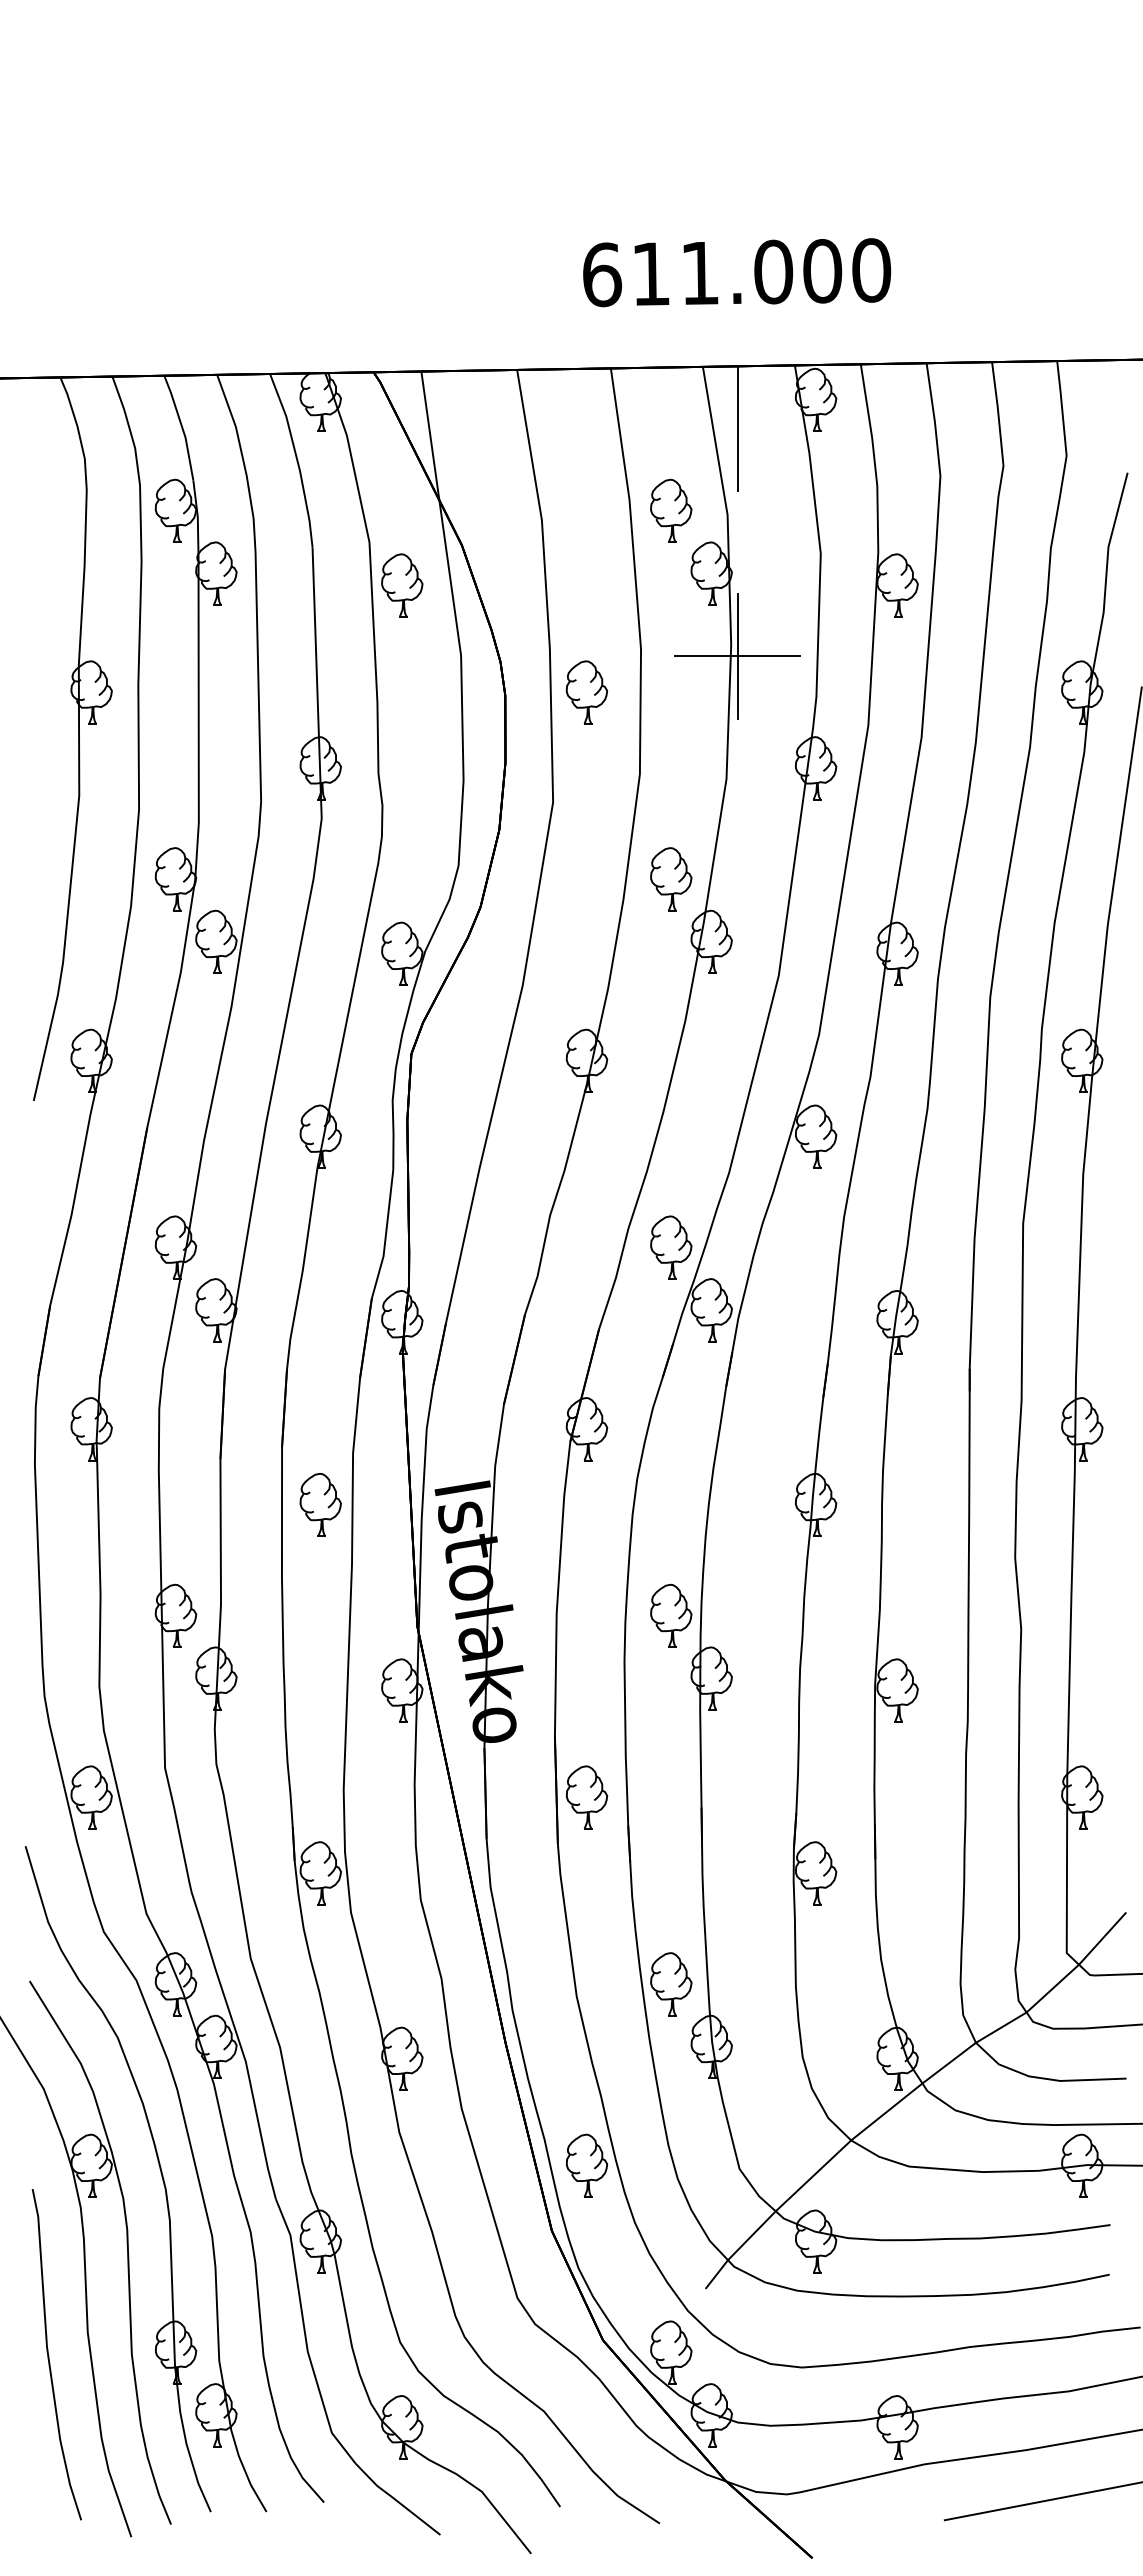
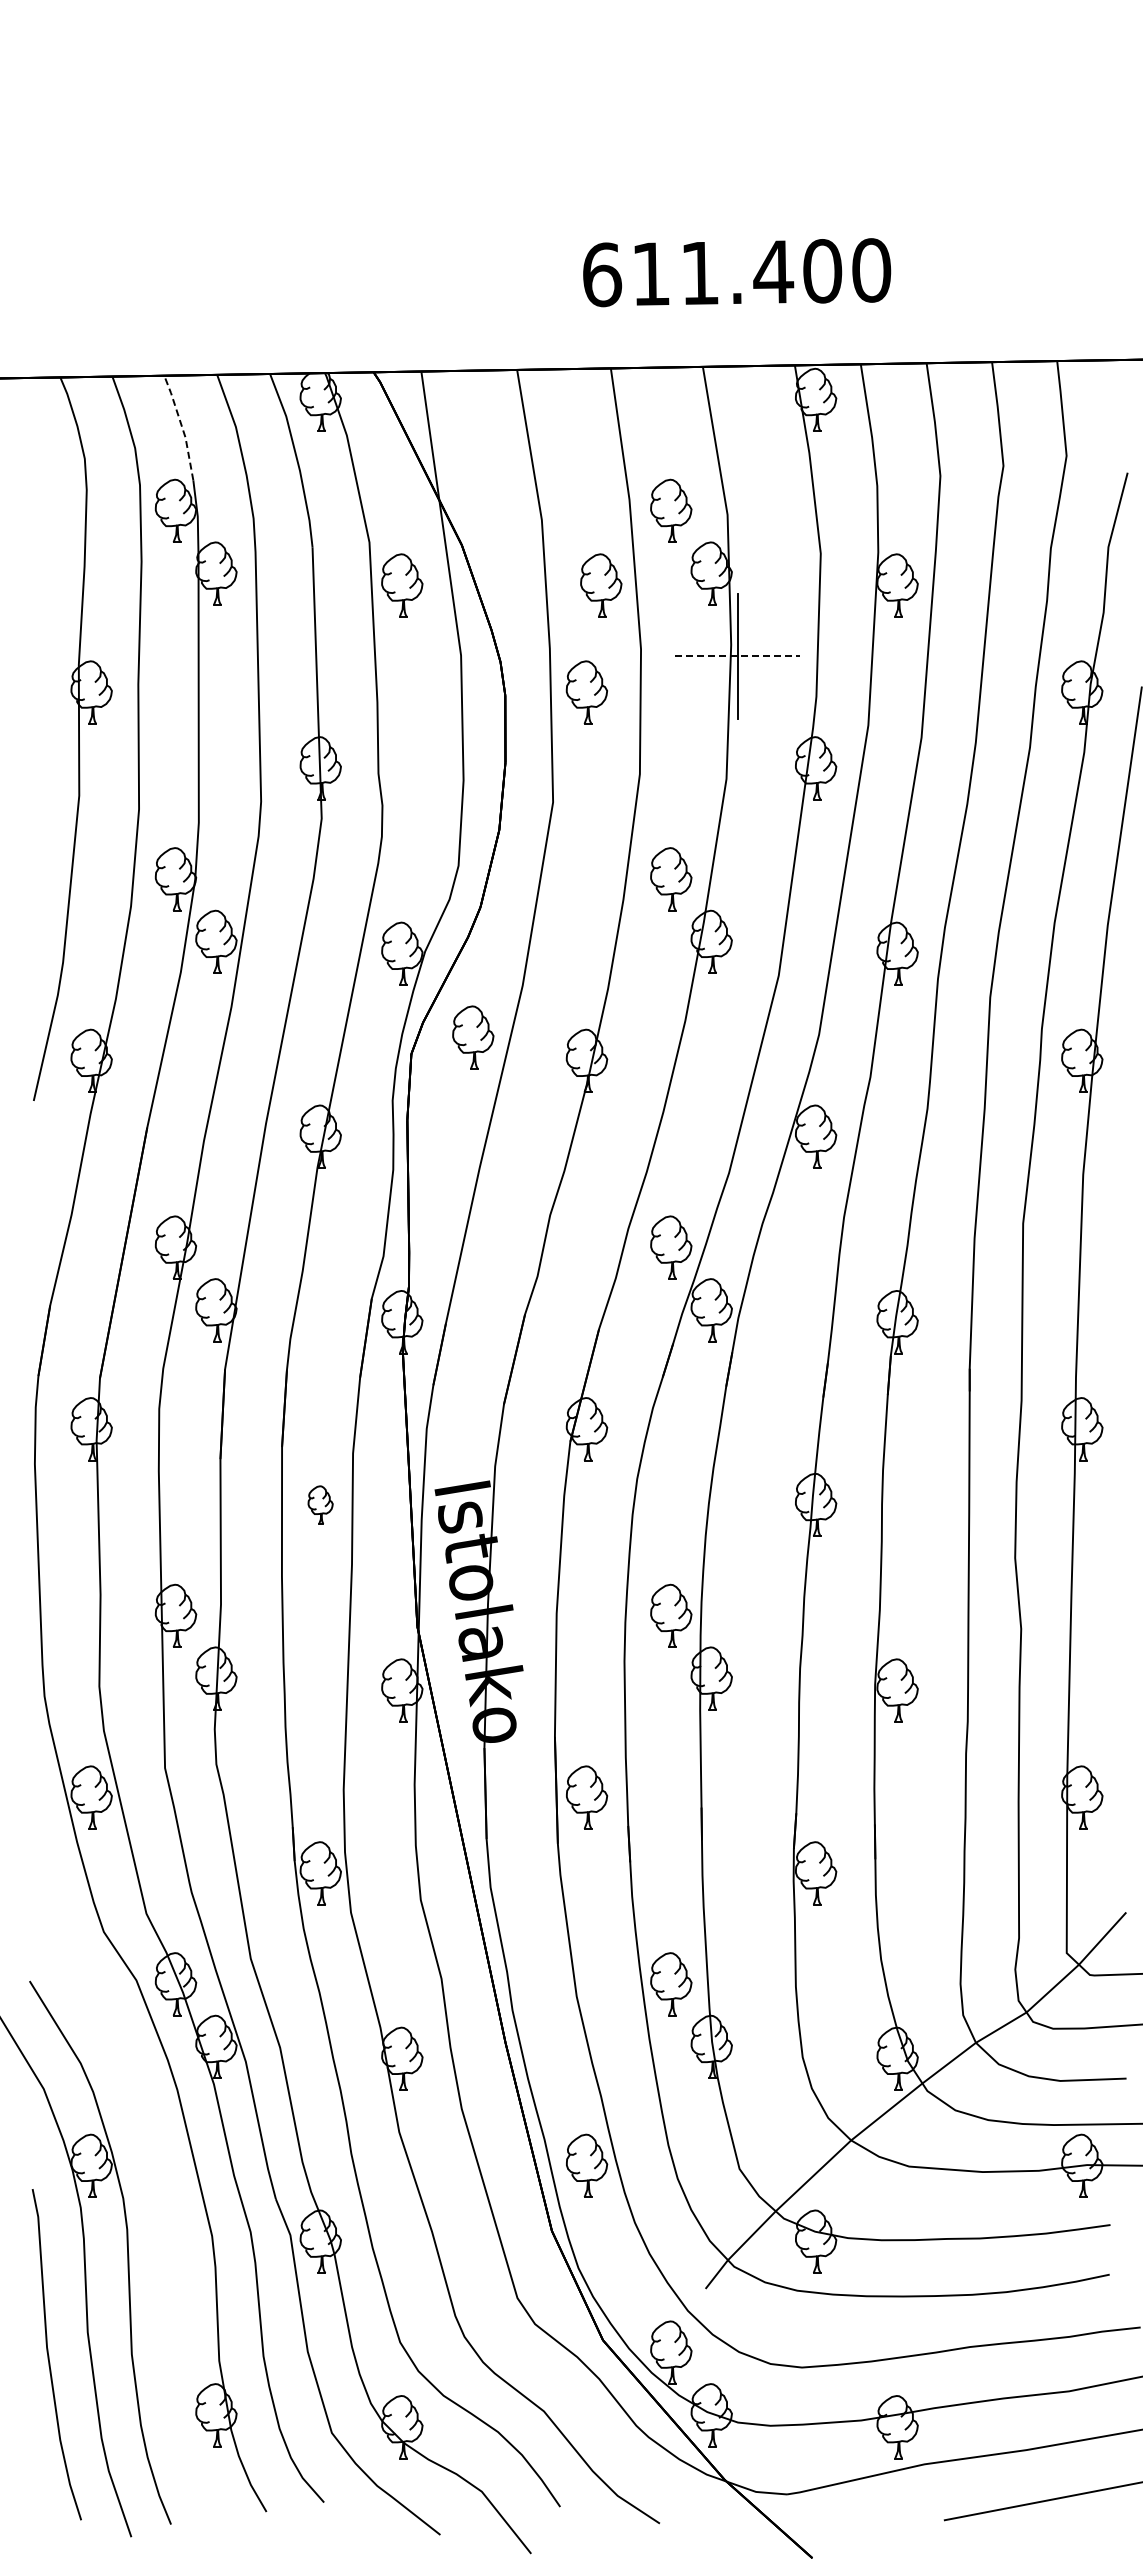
text at (773, 271): 611.000 -> 611.400
line at (181, 426): solid -> dashed
line at (737, 428): present -> none
part at (601, 585): none -> present
line at (738, 656): solid -> dashed
part at (473, 1037): none -> present
part at (320, 1504) size: 43x64 px -> 27x40 px
part at (159, 2169): present -> none
